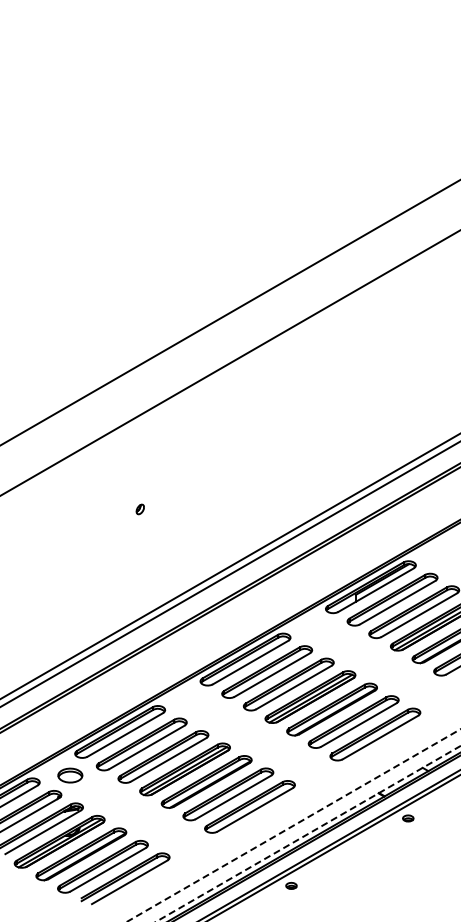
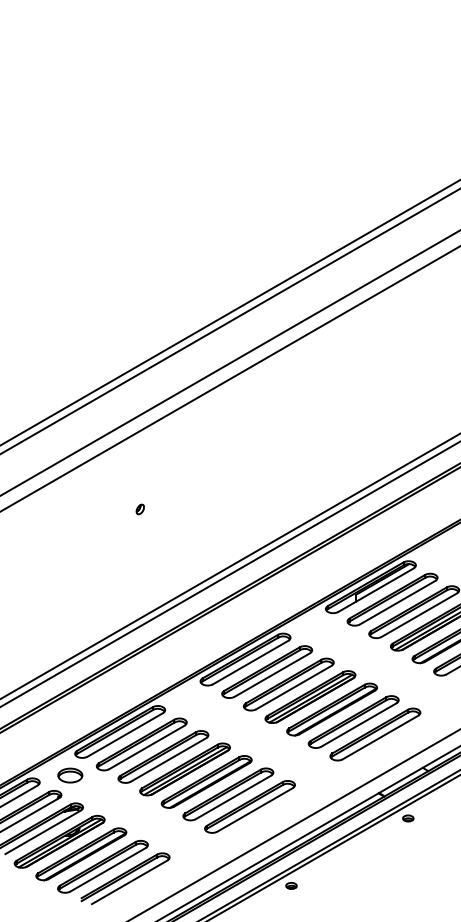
line at (229, 321): none -> present
line at (229, 378): none -> present
line at (294, 825): dashed -> solid
line at (308, 833): dashed -> solid
